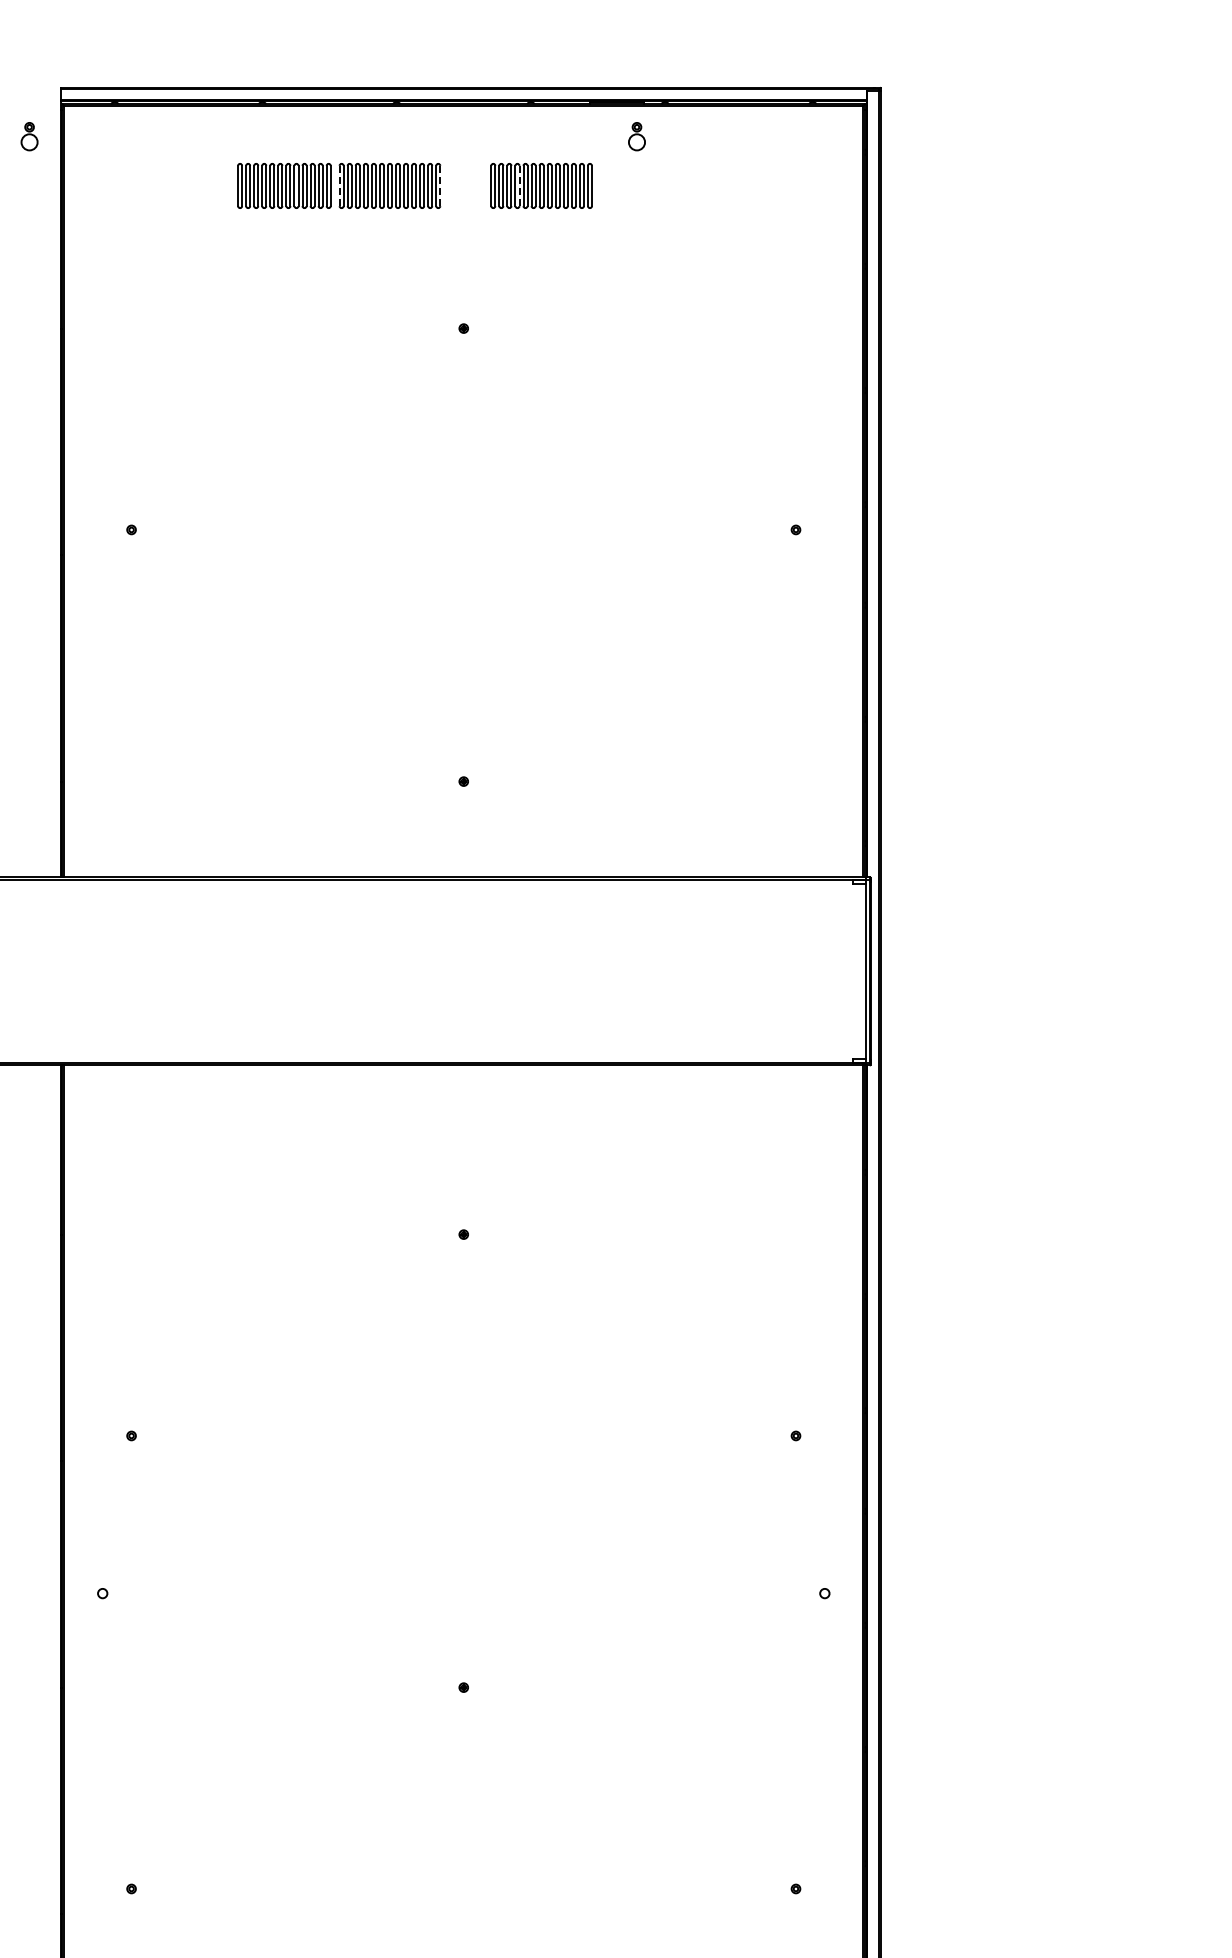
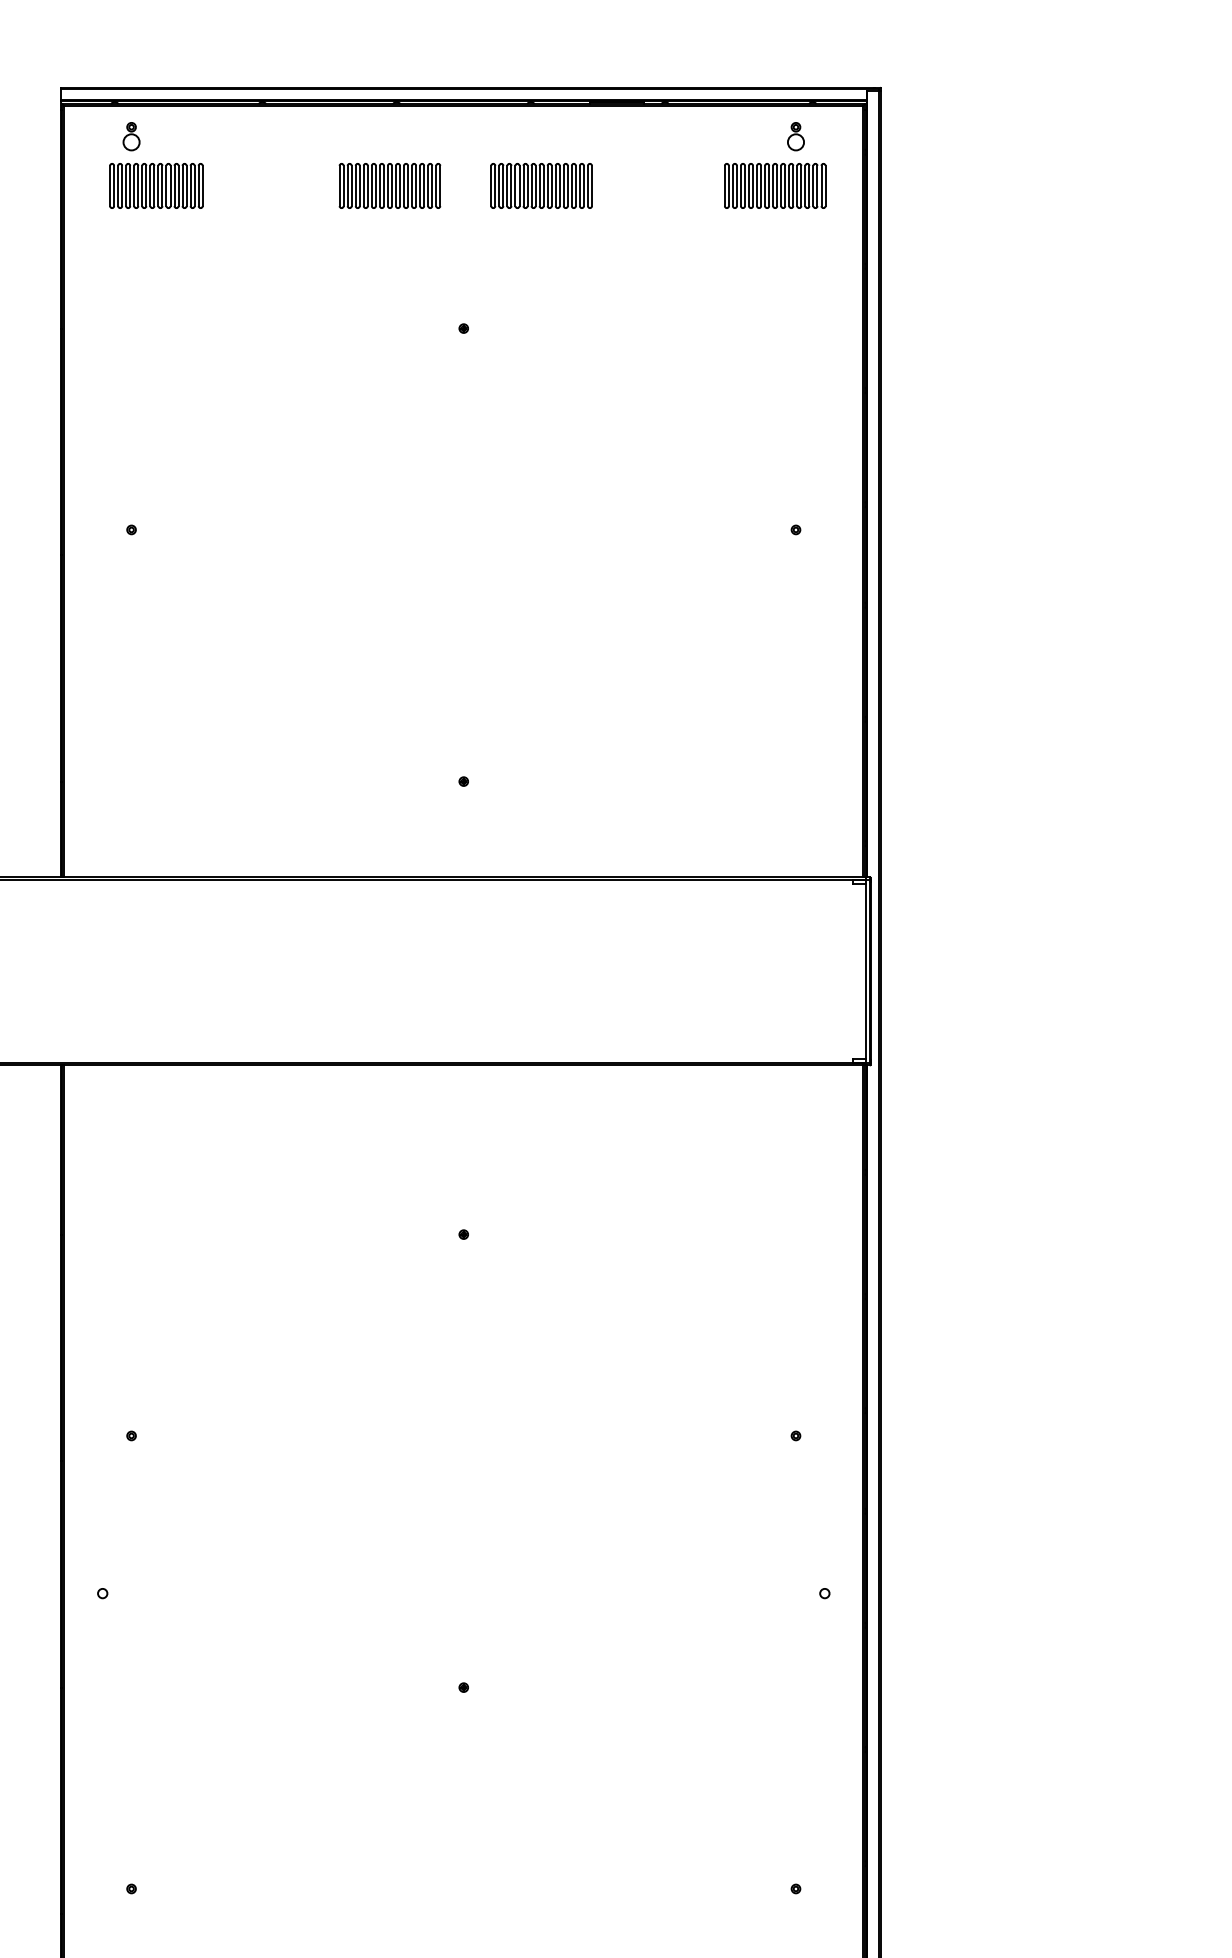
part at (29, 136) position: (29, 136) -> (131, 136)
part at (636, 136) position: (636, 136) -> (795, 136)
part at (284, 185) position: (284, 185) -> (156, 185)
line at (440, 185): dashed -> solid
line at (519, 185): dashed -> solid
part at (775, 185): none -> present
line at (339, 186): dashed -> solid
